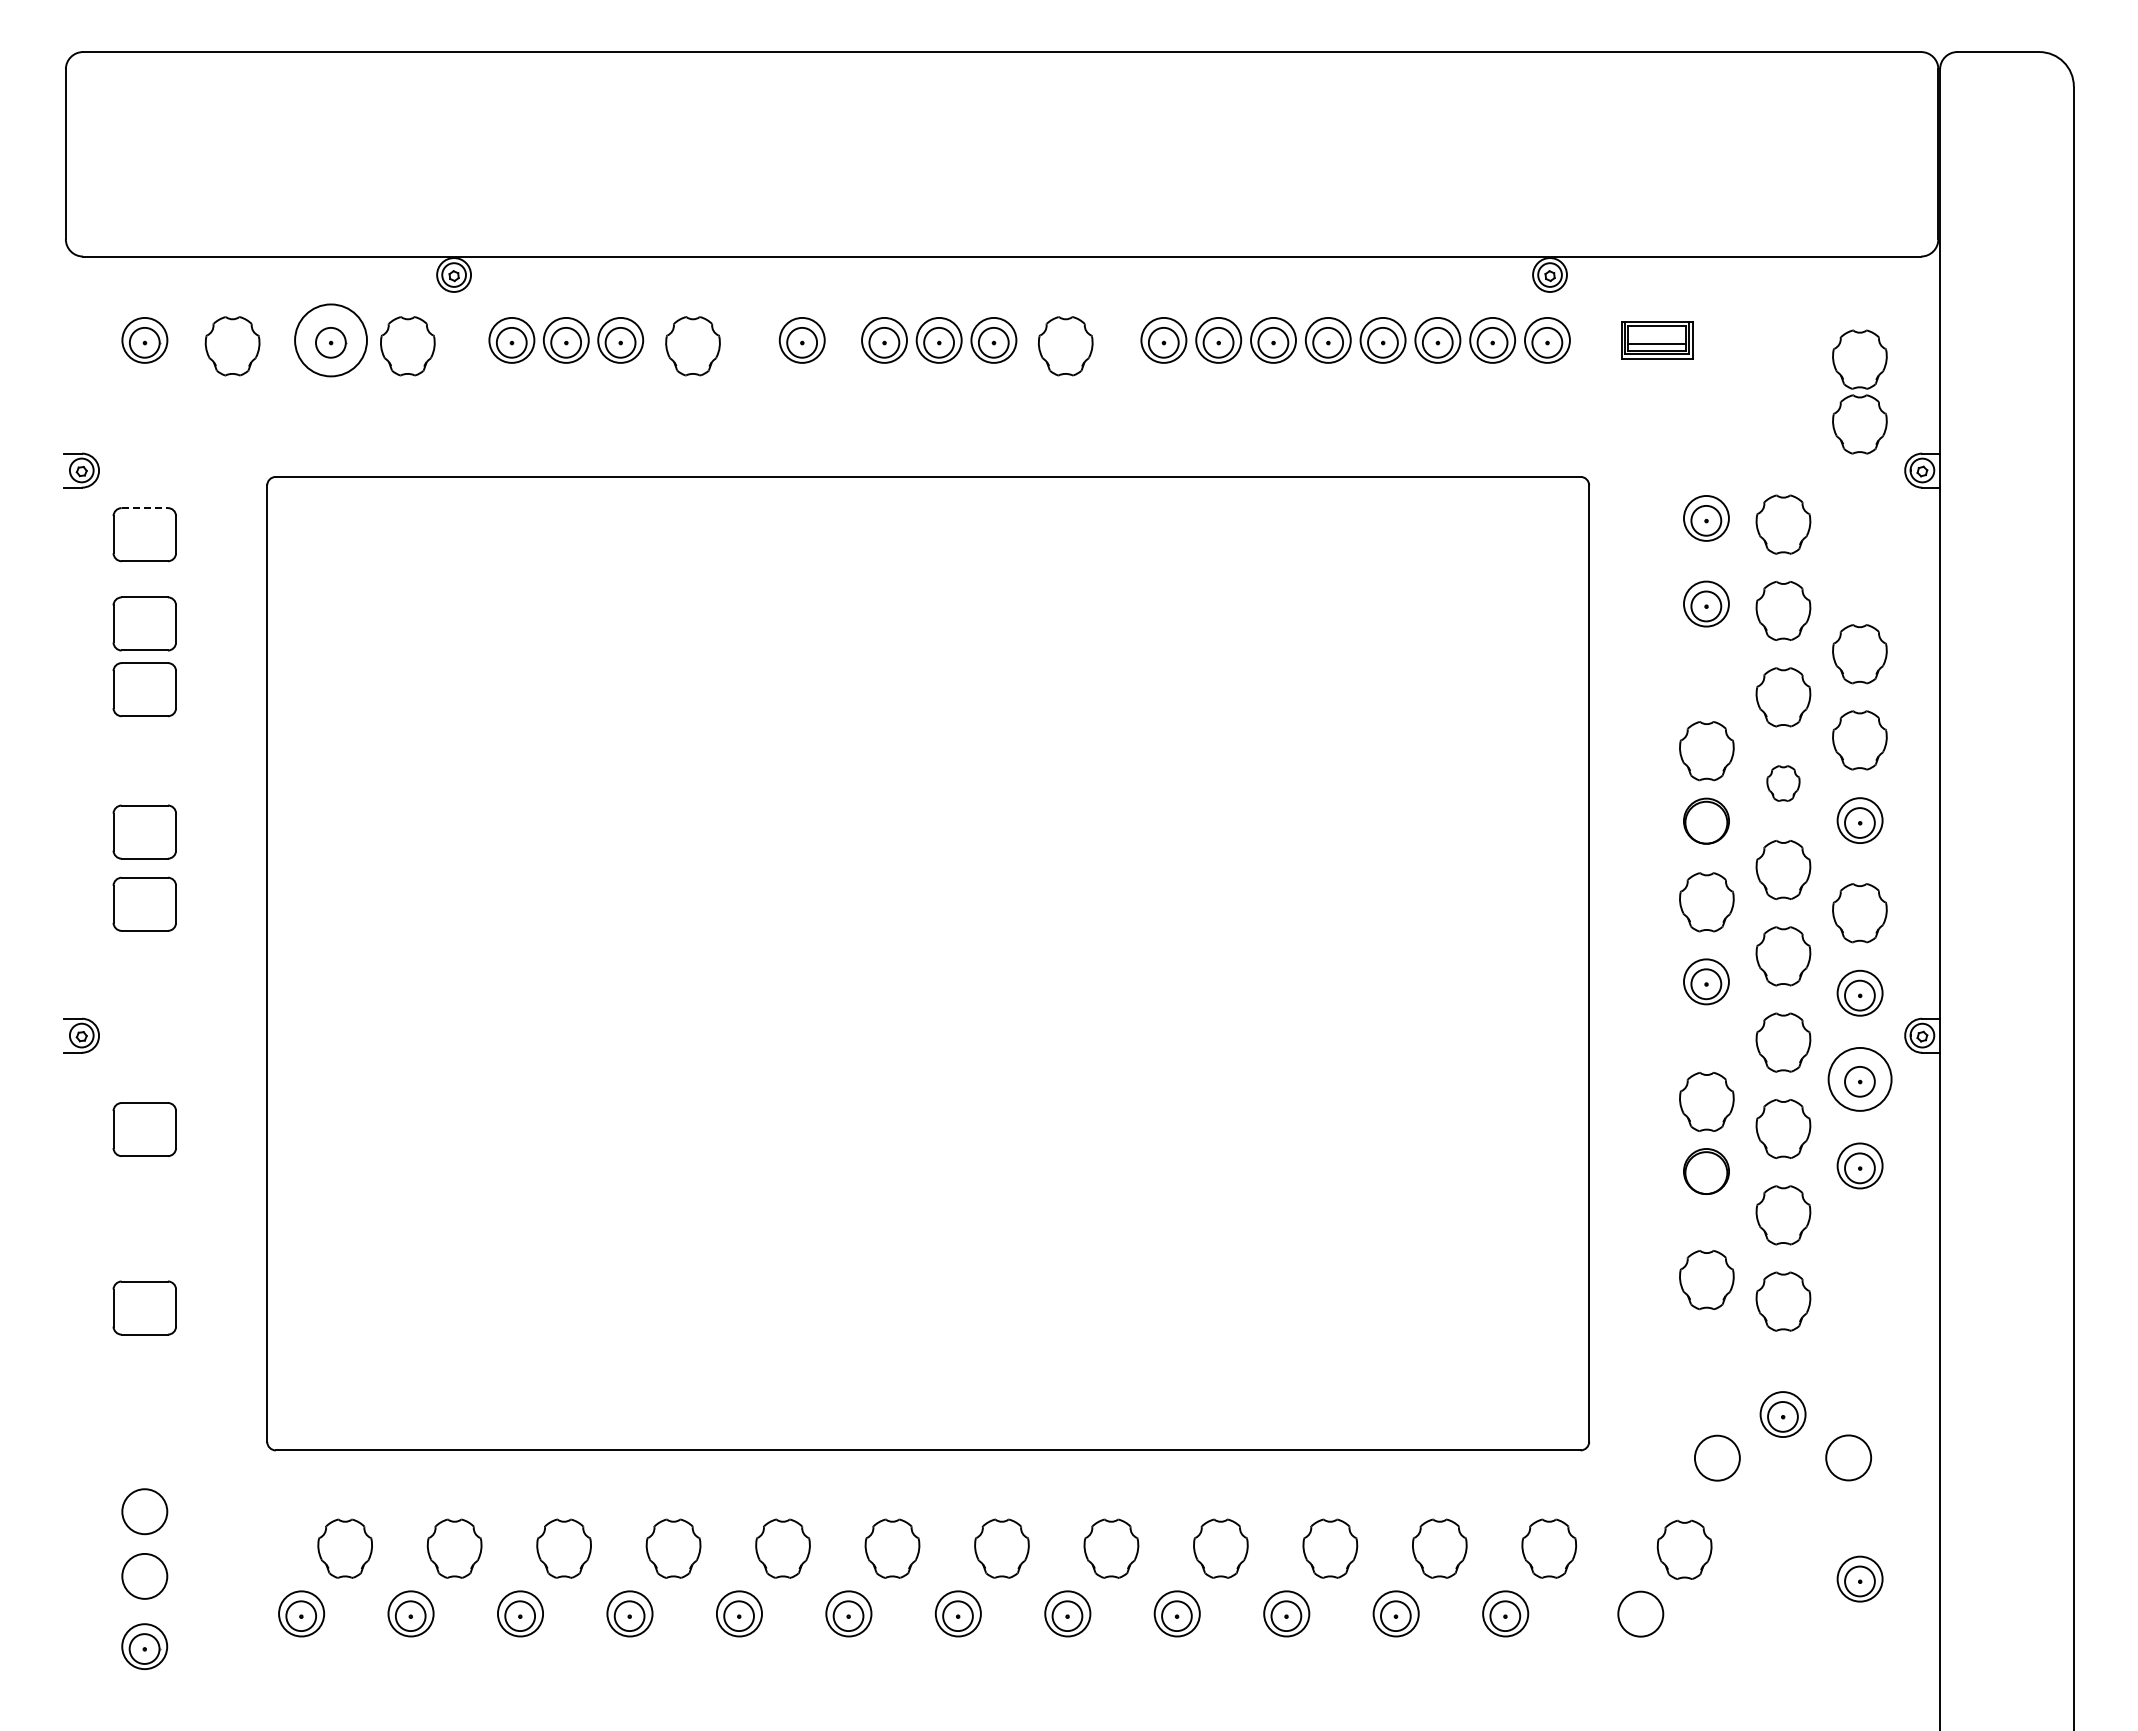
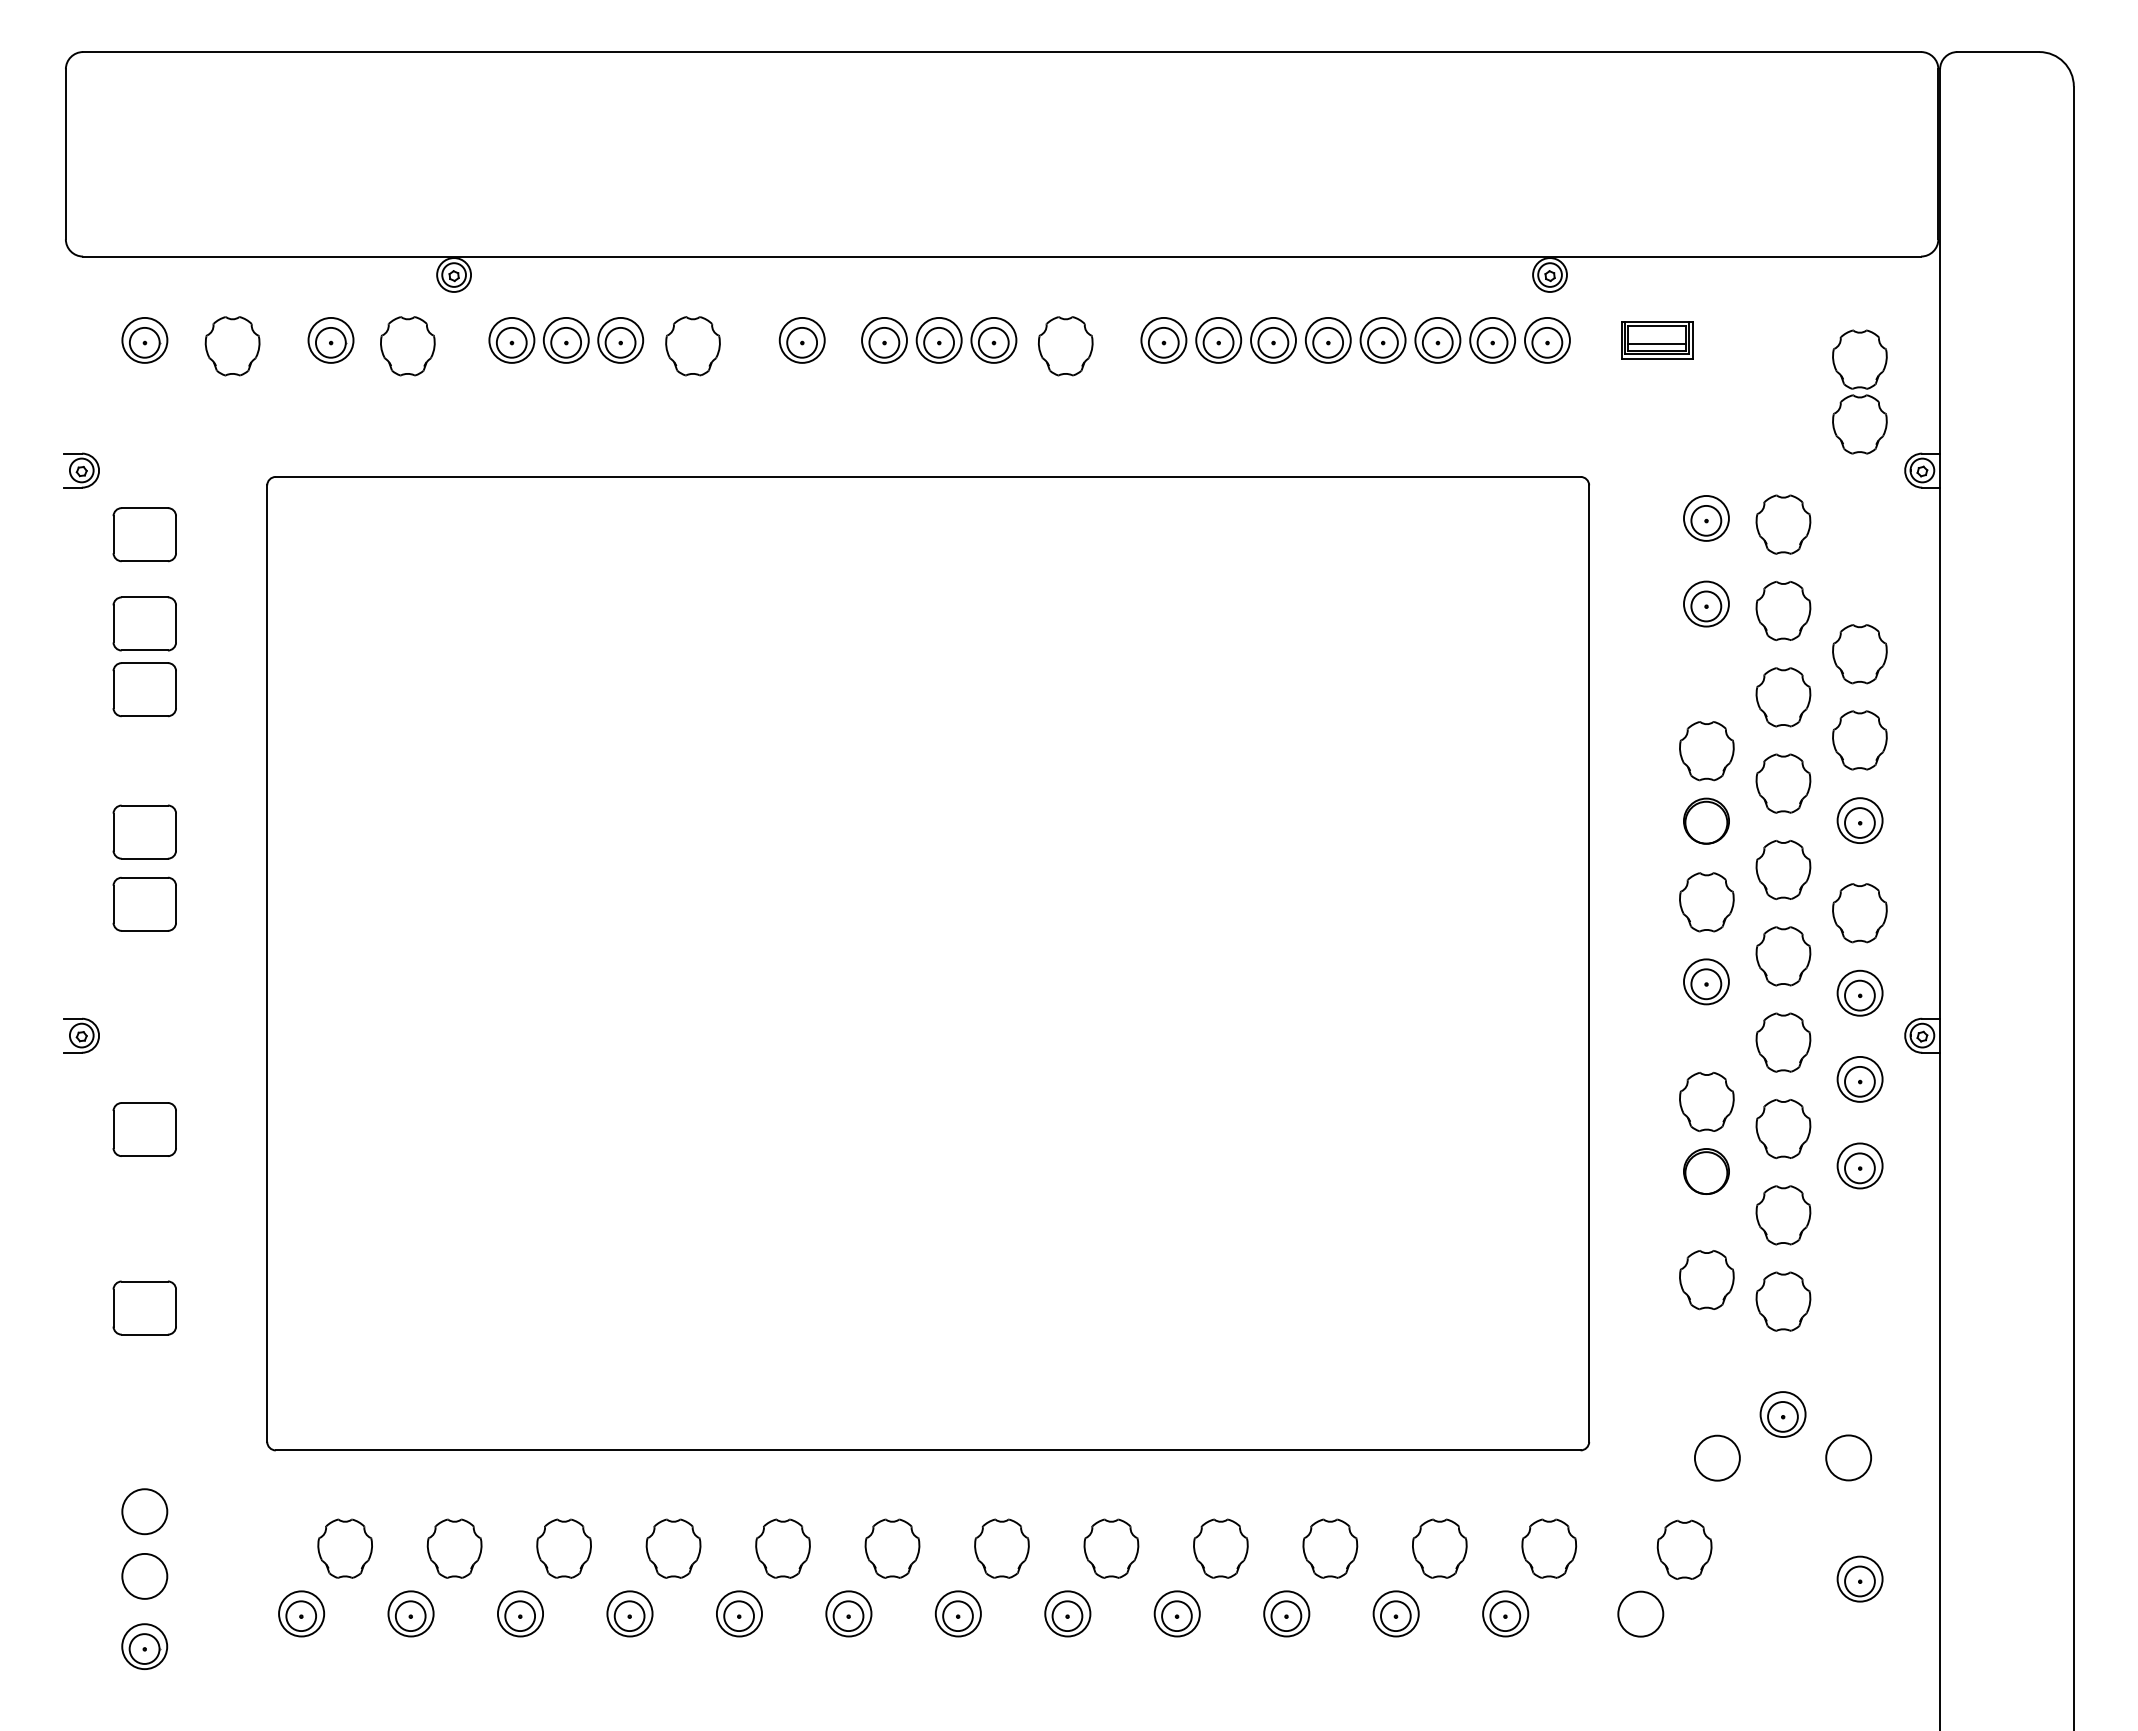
circle at (331, 340) diameter: 72 px -> 45 px
line at (145, 508): dashed -> solid
part at (1783, 783) size: 35x37 px -> 57x61 px
circle at (1859, 1078) diameter: 63 px -> 45 px
